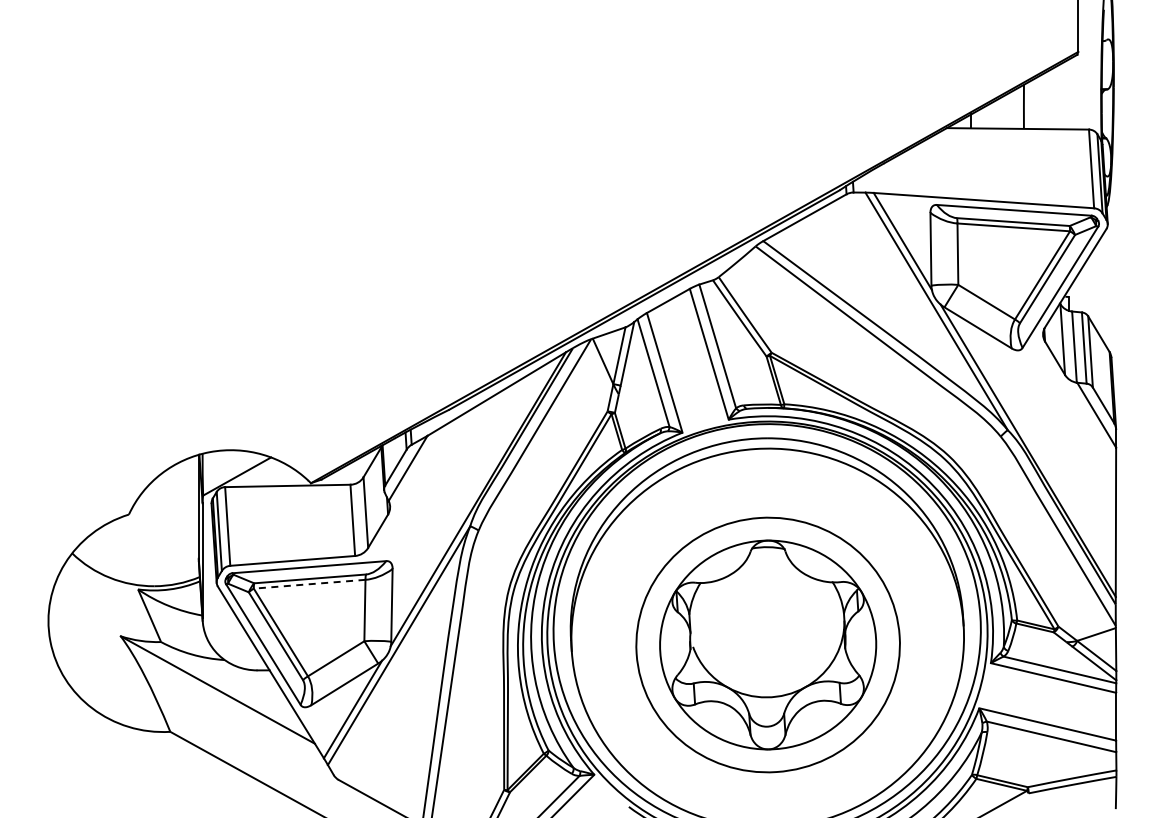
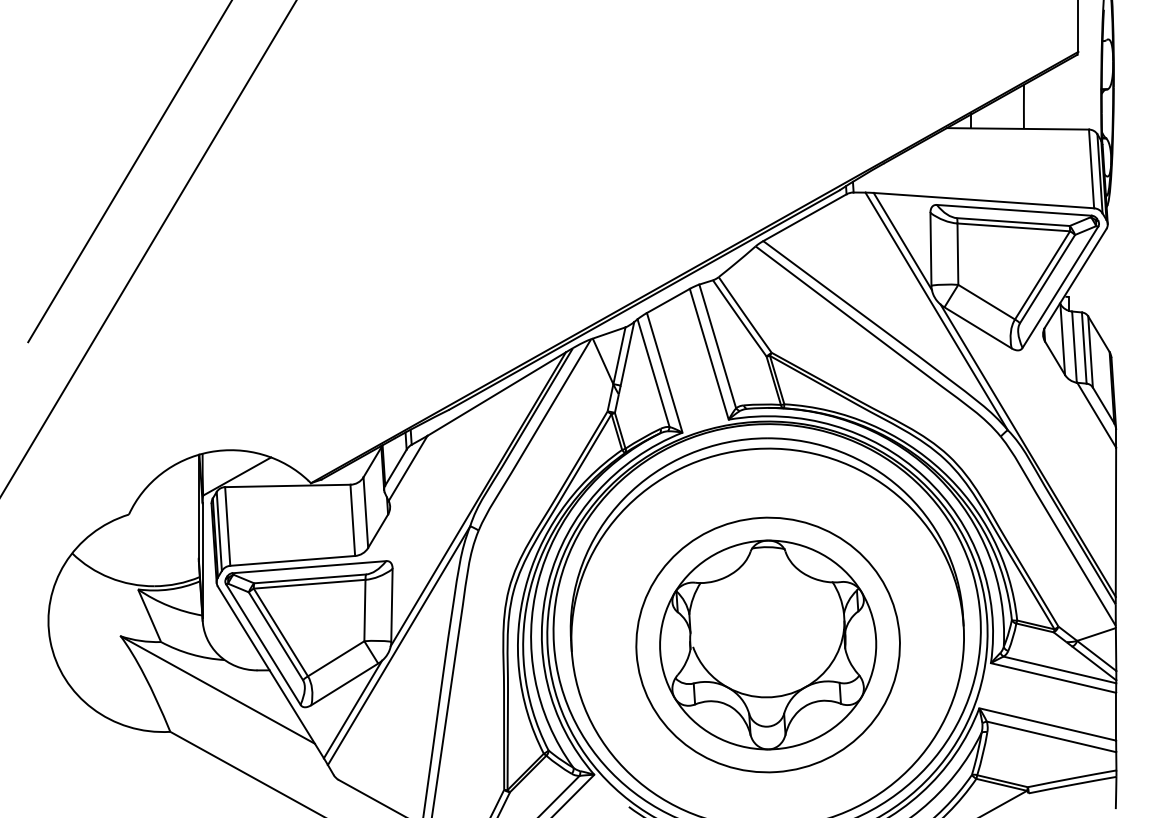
line at (129, 172): none -> present
line at (148, 247): none -> present
line at (309, 584): dashed -> solid
